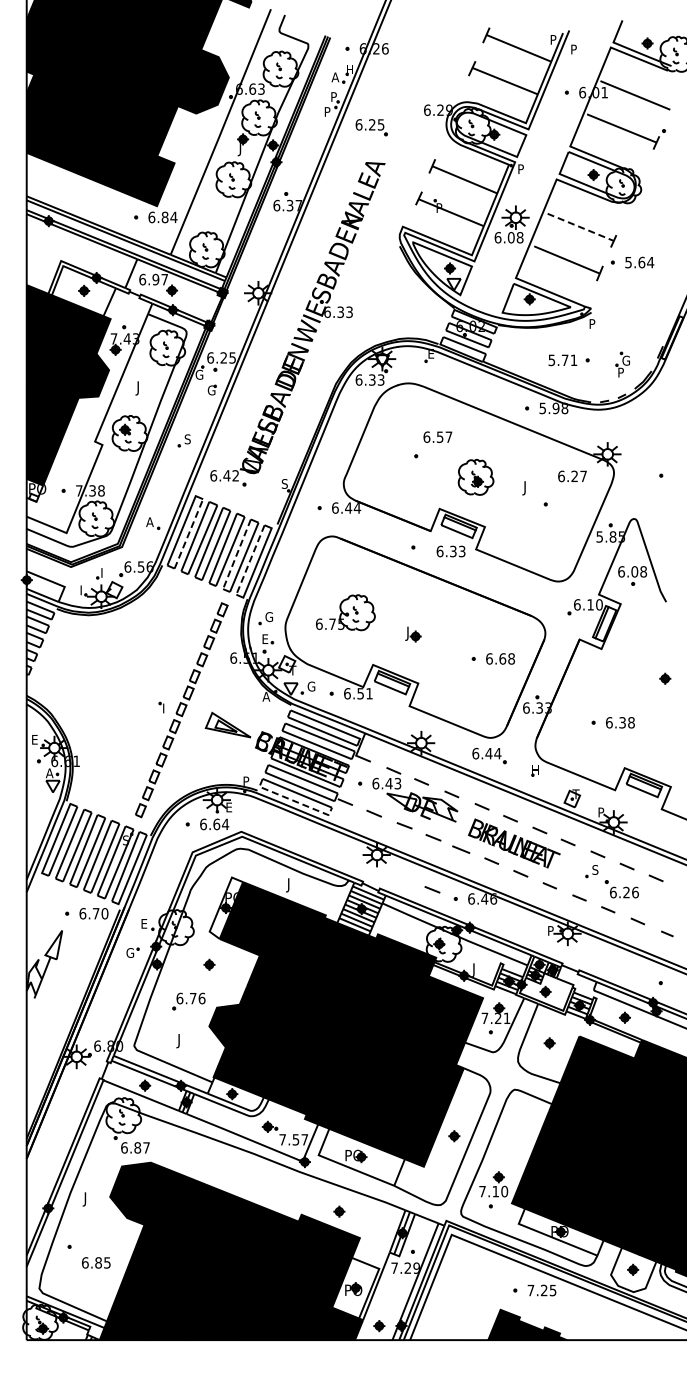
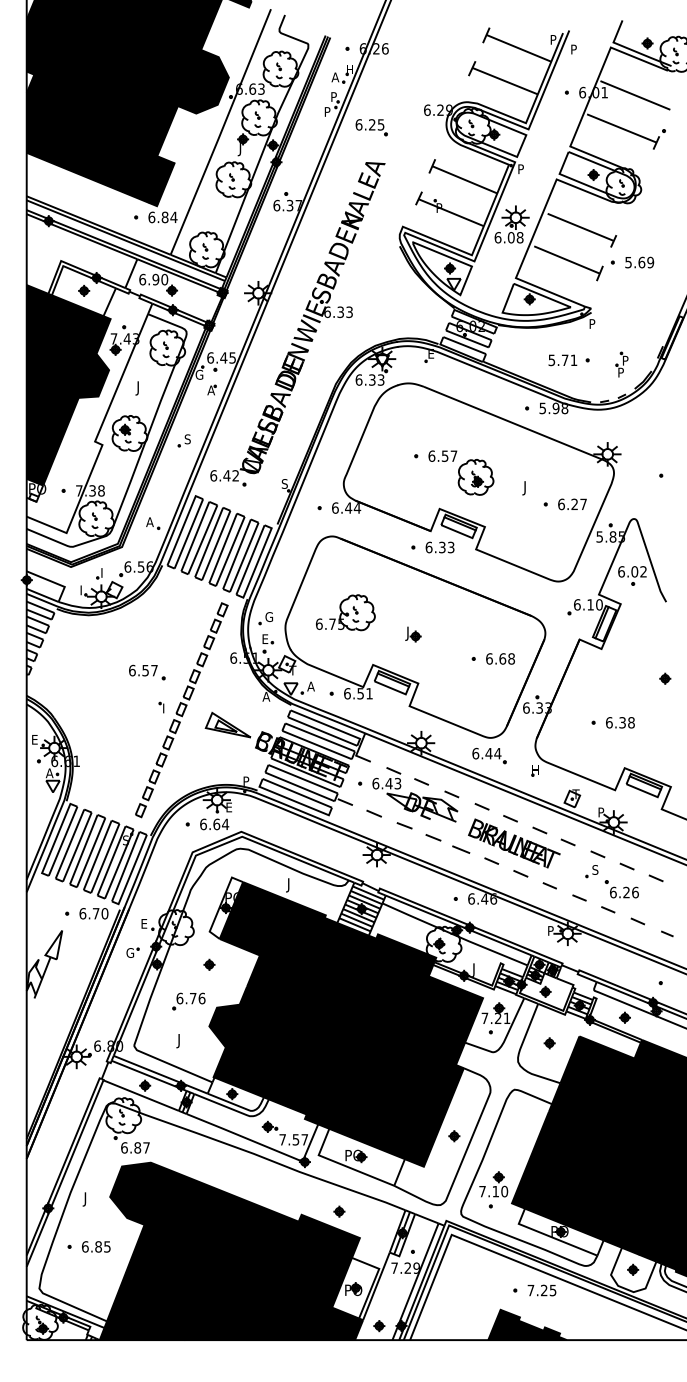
line at (580, 227): dashed -> solid
text at (650, 262): 5.64 -> 5.69
text at (164, 279): 6.97 -> 6.90
text at (223, 357): 6.25 -> 6.45
text at (625, 360): G -> P
text at (211, 390): G -> A
text at (437, 436) position: (437, 436) -> (442, 455)
text at (572, 476) position: (572, 476) -> (572, 504)
line at (188, 533): dashed -> solid
text at (450, 551) position: (450, 551) -> (439, 547)
line at (236, 554): dashed -> solid
line at (250, 560): dashed -> solid
text at (643, 571): 6.08 -> 6.02
part at (147, 672): none -> present
text at (311, 686): G -> A
line at (294, 801): dashed -> solid
line at (432, 889): present -> none
text at (96, 1262) position: (96, 1262) -> (96, 1246)
